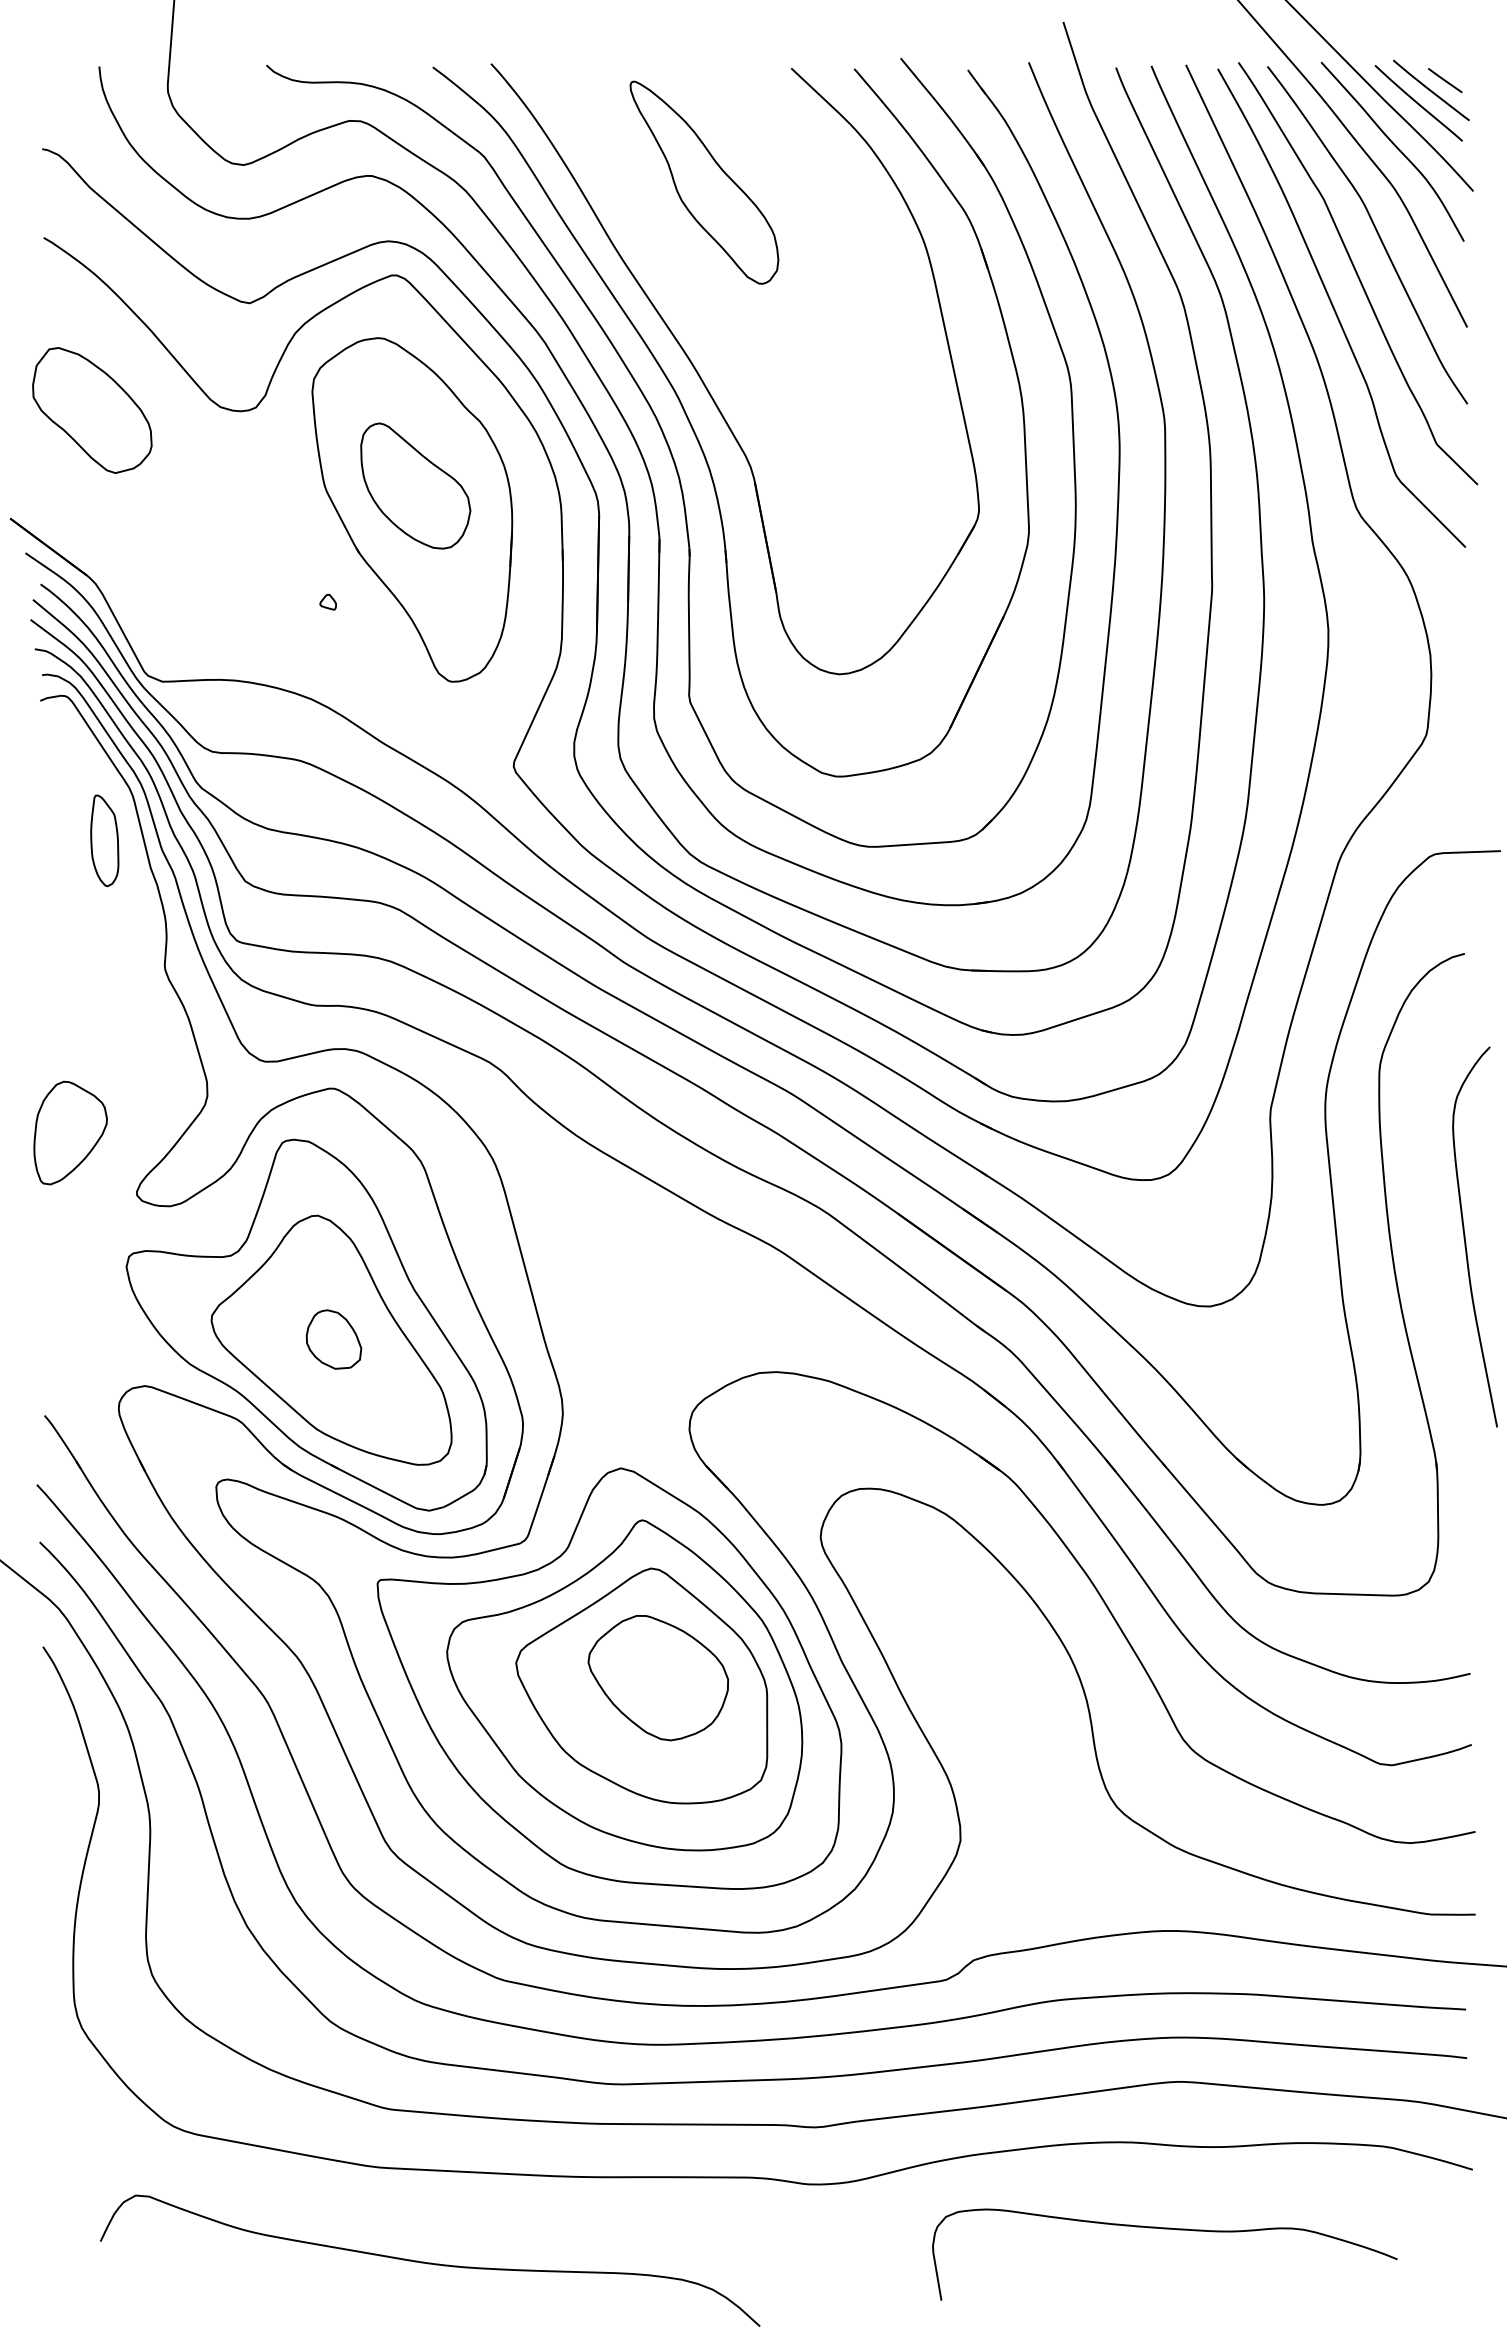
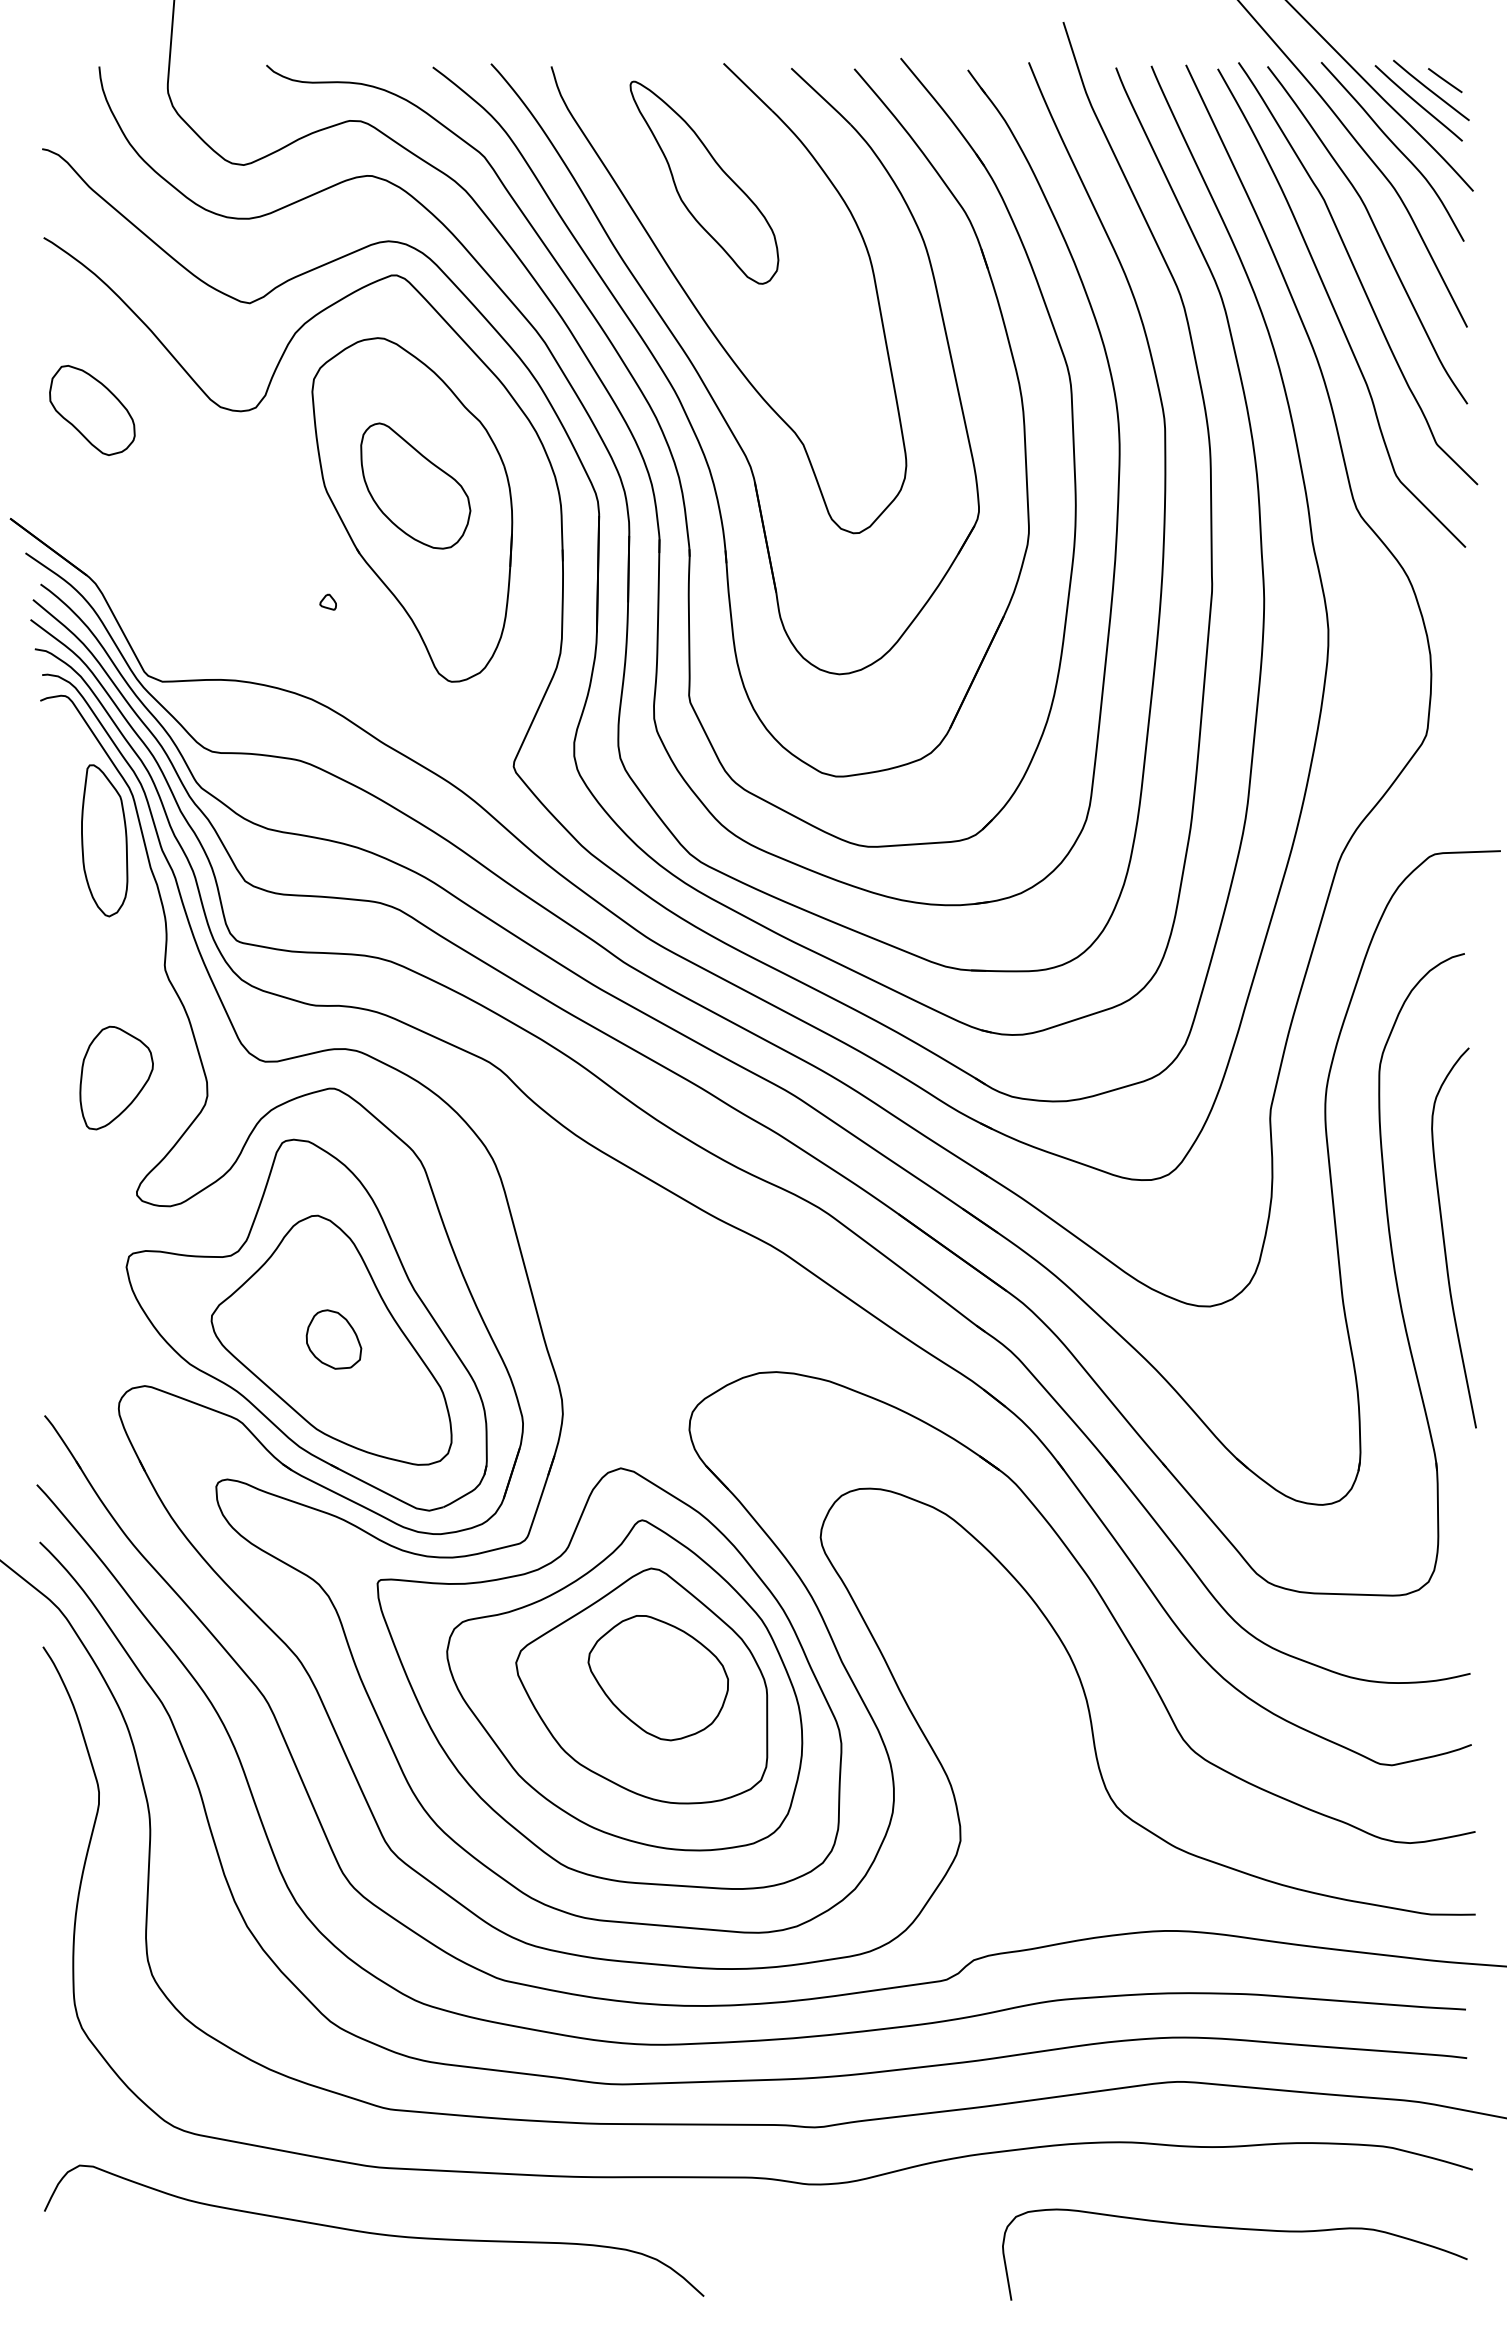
part at (701, 314): none -> present
part at (92, 410) size: 121x127 px -> 87x91 px
part at (104, 840) size: 30x94 px -> 48x154 px
part at (70, 1132) position: (70, 1132) -> (116, 1077)
curve at (1465, 1236) position: (1465, 1236) -> (1444, 1237)
curve at (1164, 2229) position: (1164, 2229) -> (1234, 2229)
curve at (430, 2262) position: (430, 2262) -> (374, 2232)
